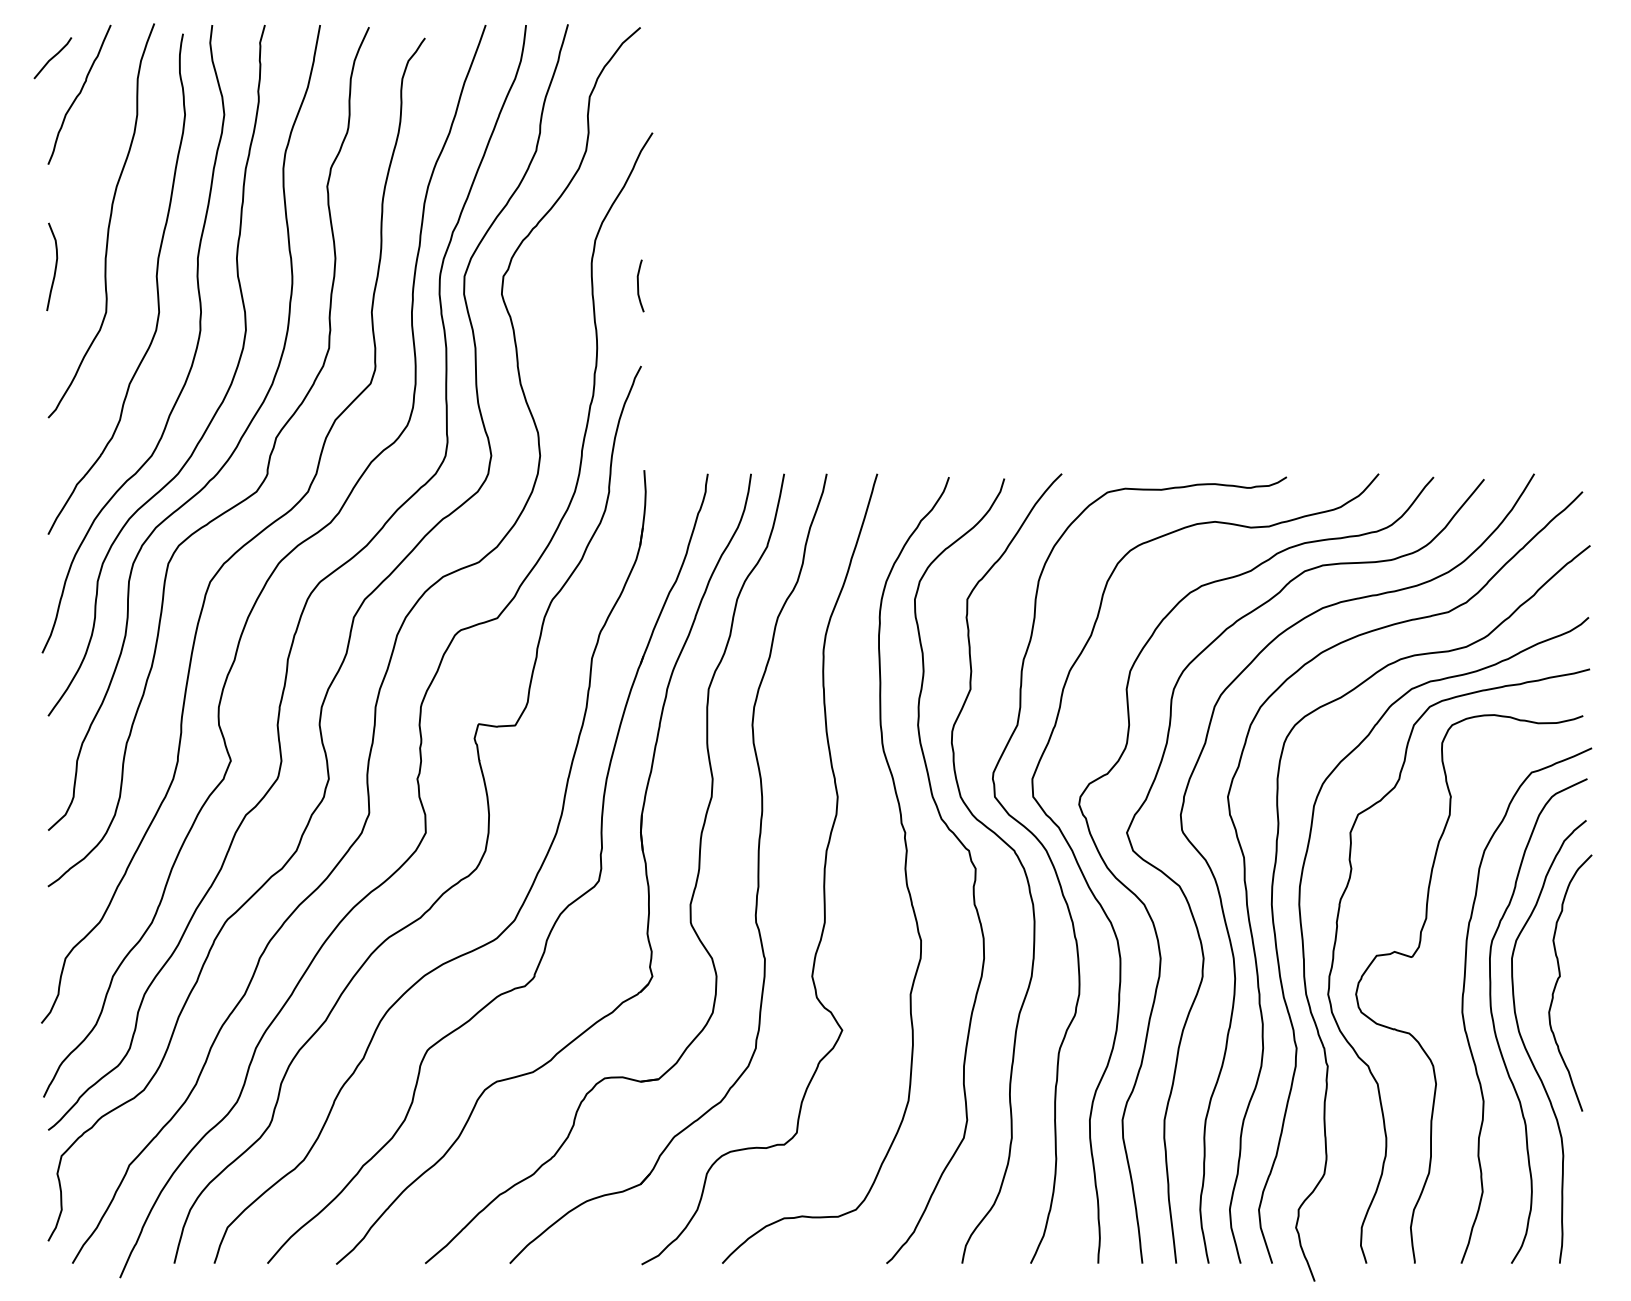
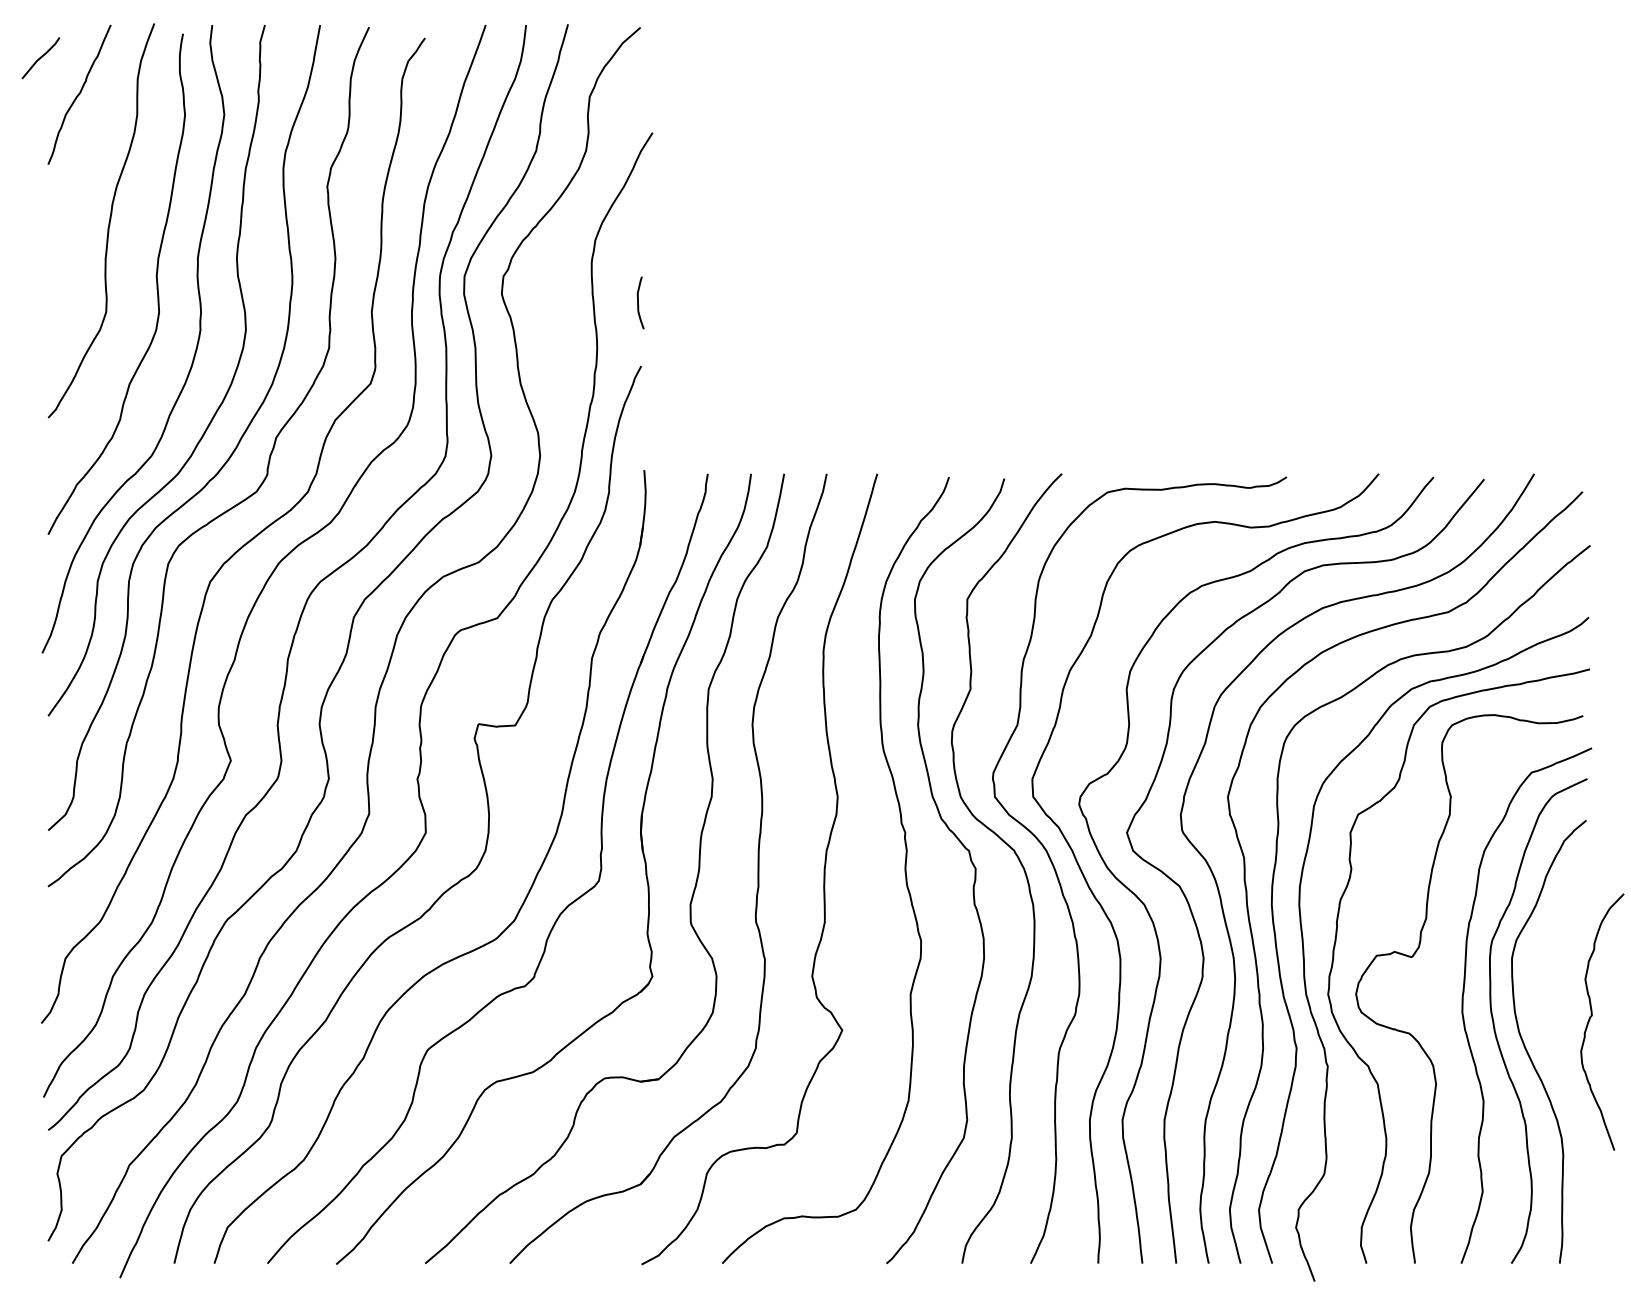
line at (52, 58) position: (52, 58) -> (40, 58)
curve at (54, 268): present -> none
curve at (638, 285) position: (638, 285) -> (638, 302)
curve at (1560, 977) position: (1560, 977) -> (1592, 1016)
